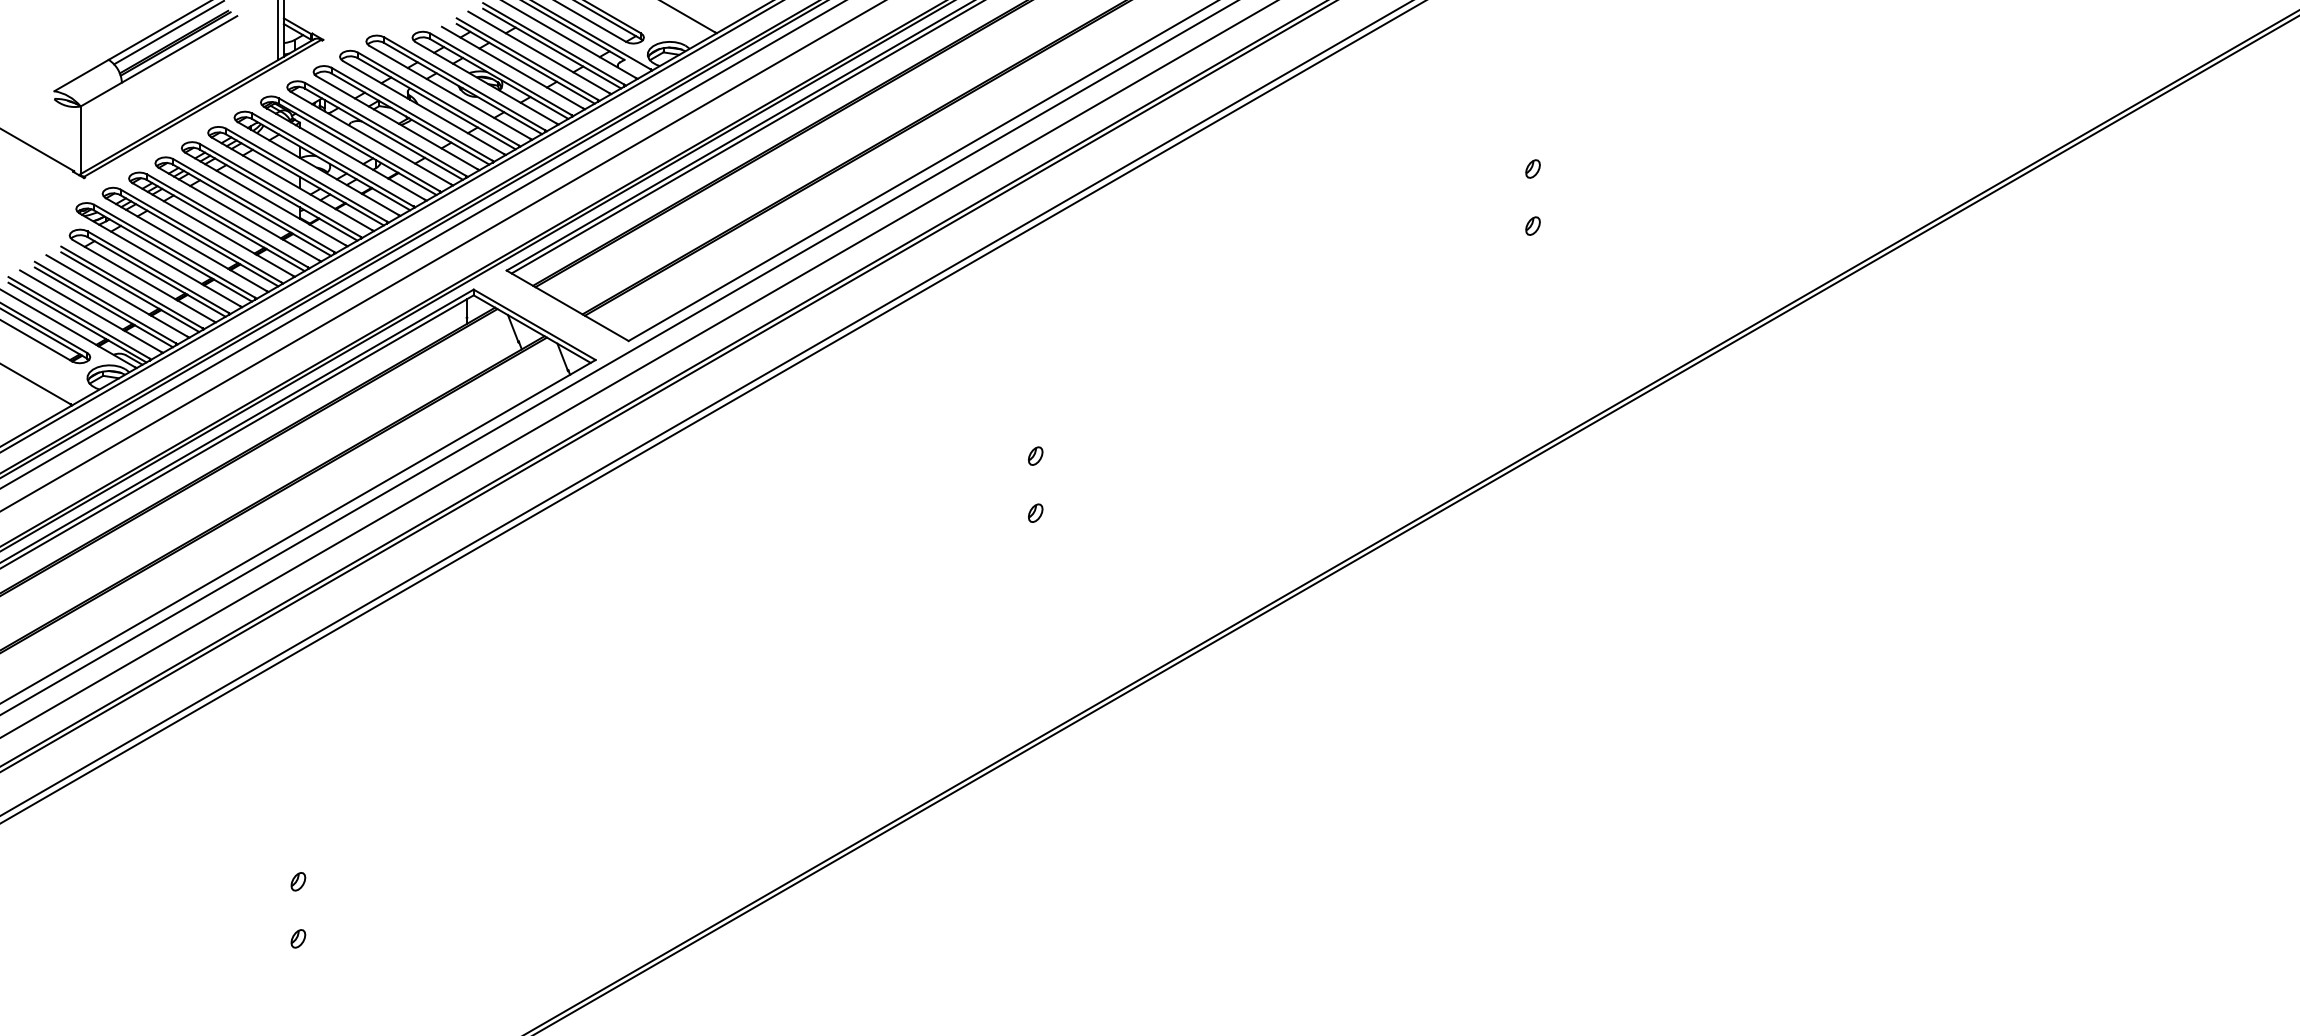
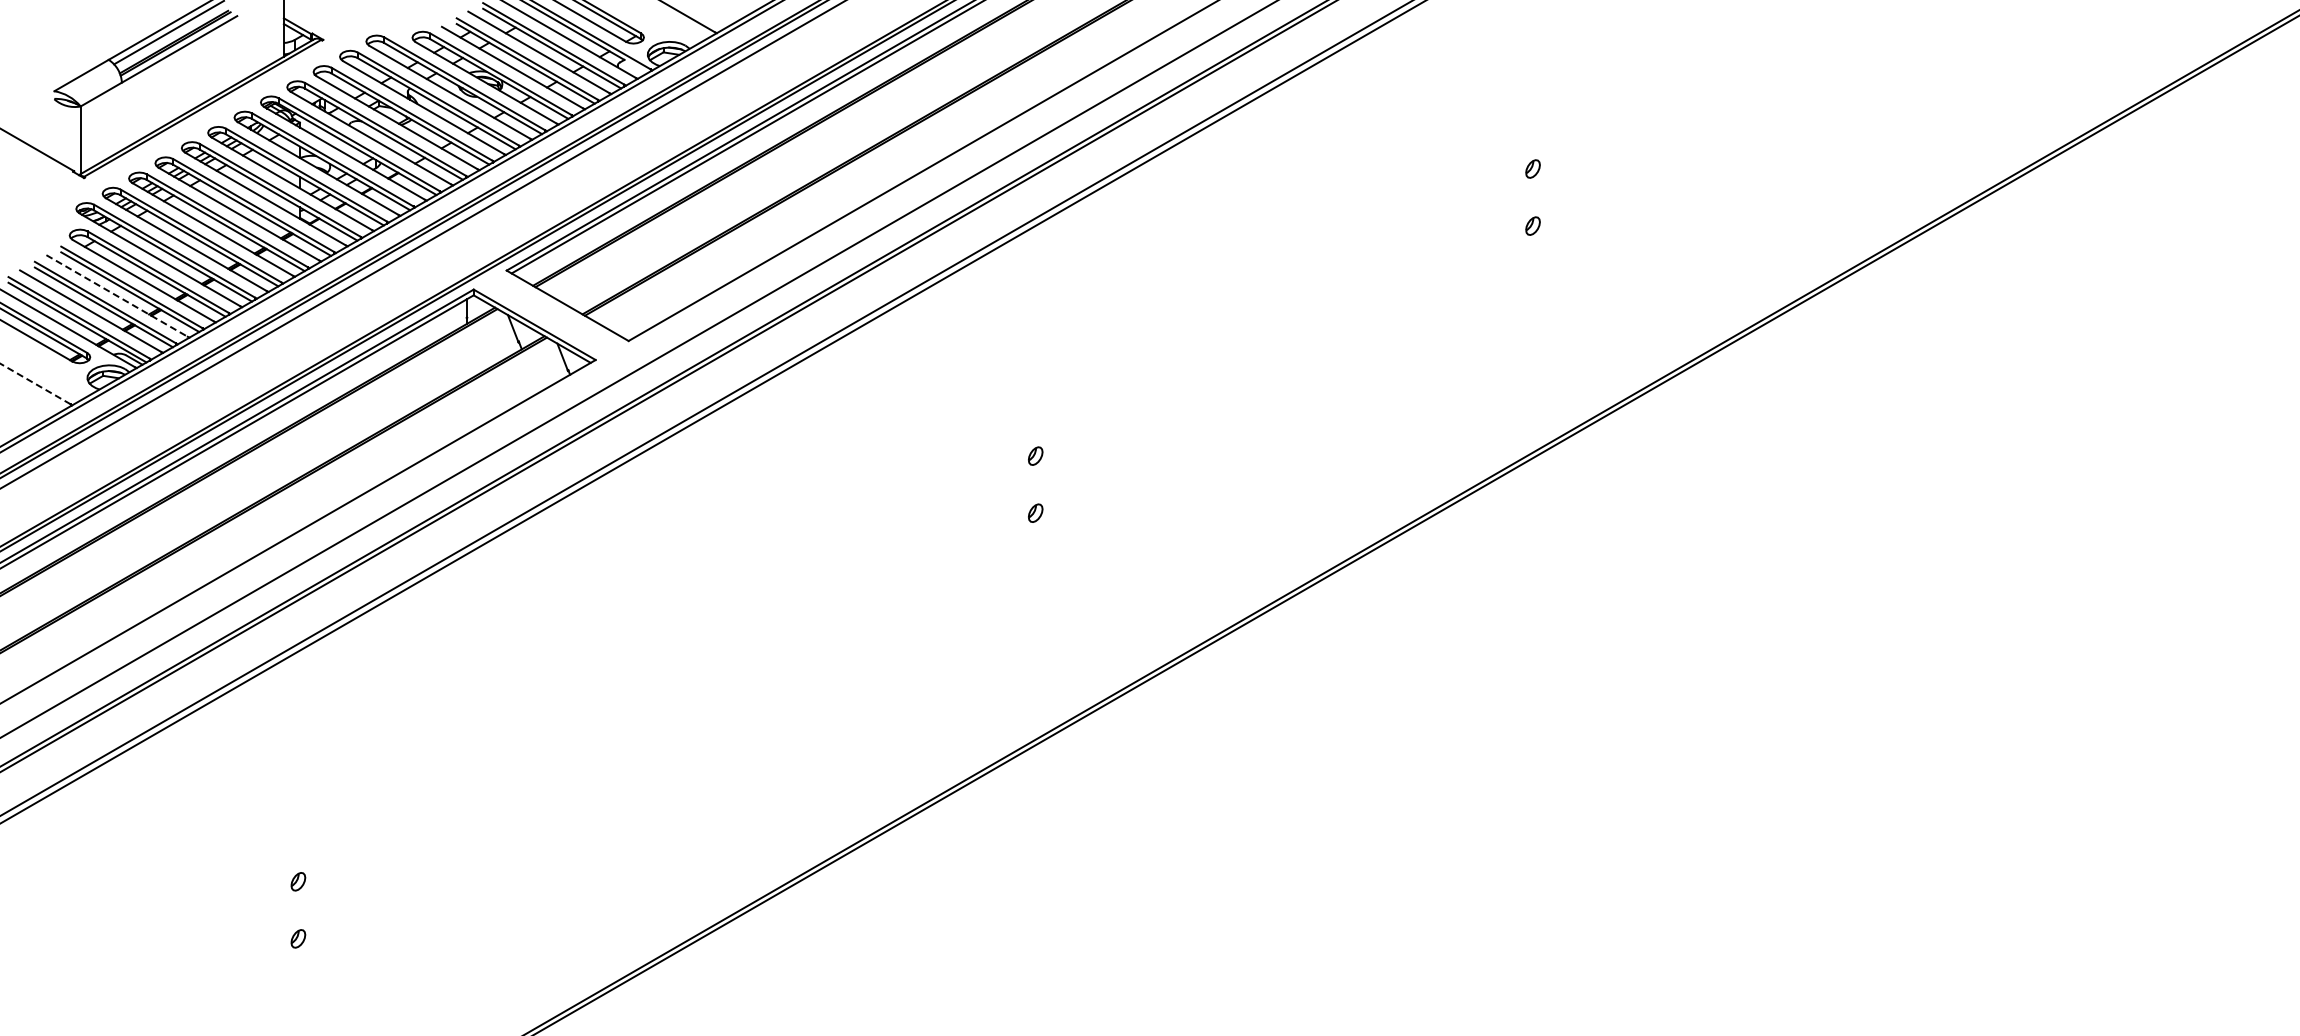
line at (278, 30): present -> none
line at (442, 256): present -> none
line at (117, 295): solid -> dashed
line at (618, 357): present -> none
line at (35, 383): solid -> dashed
